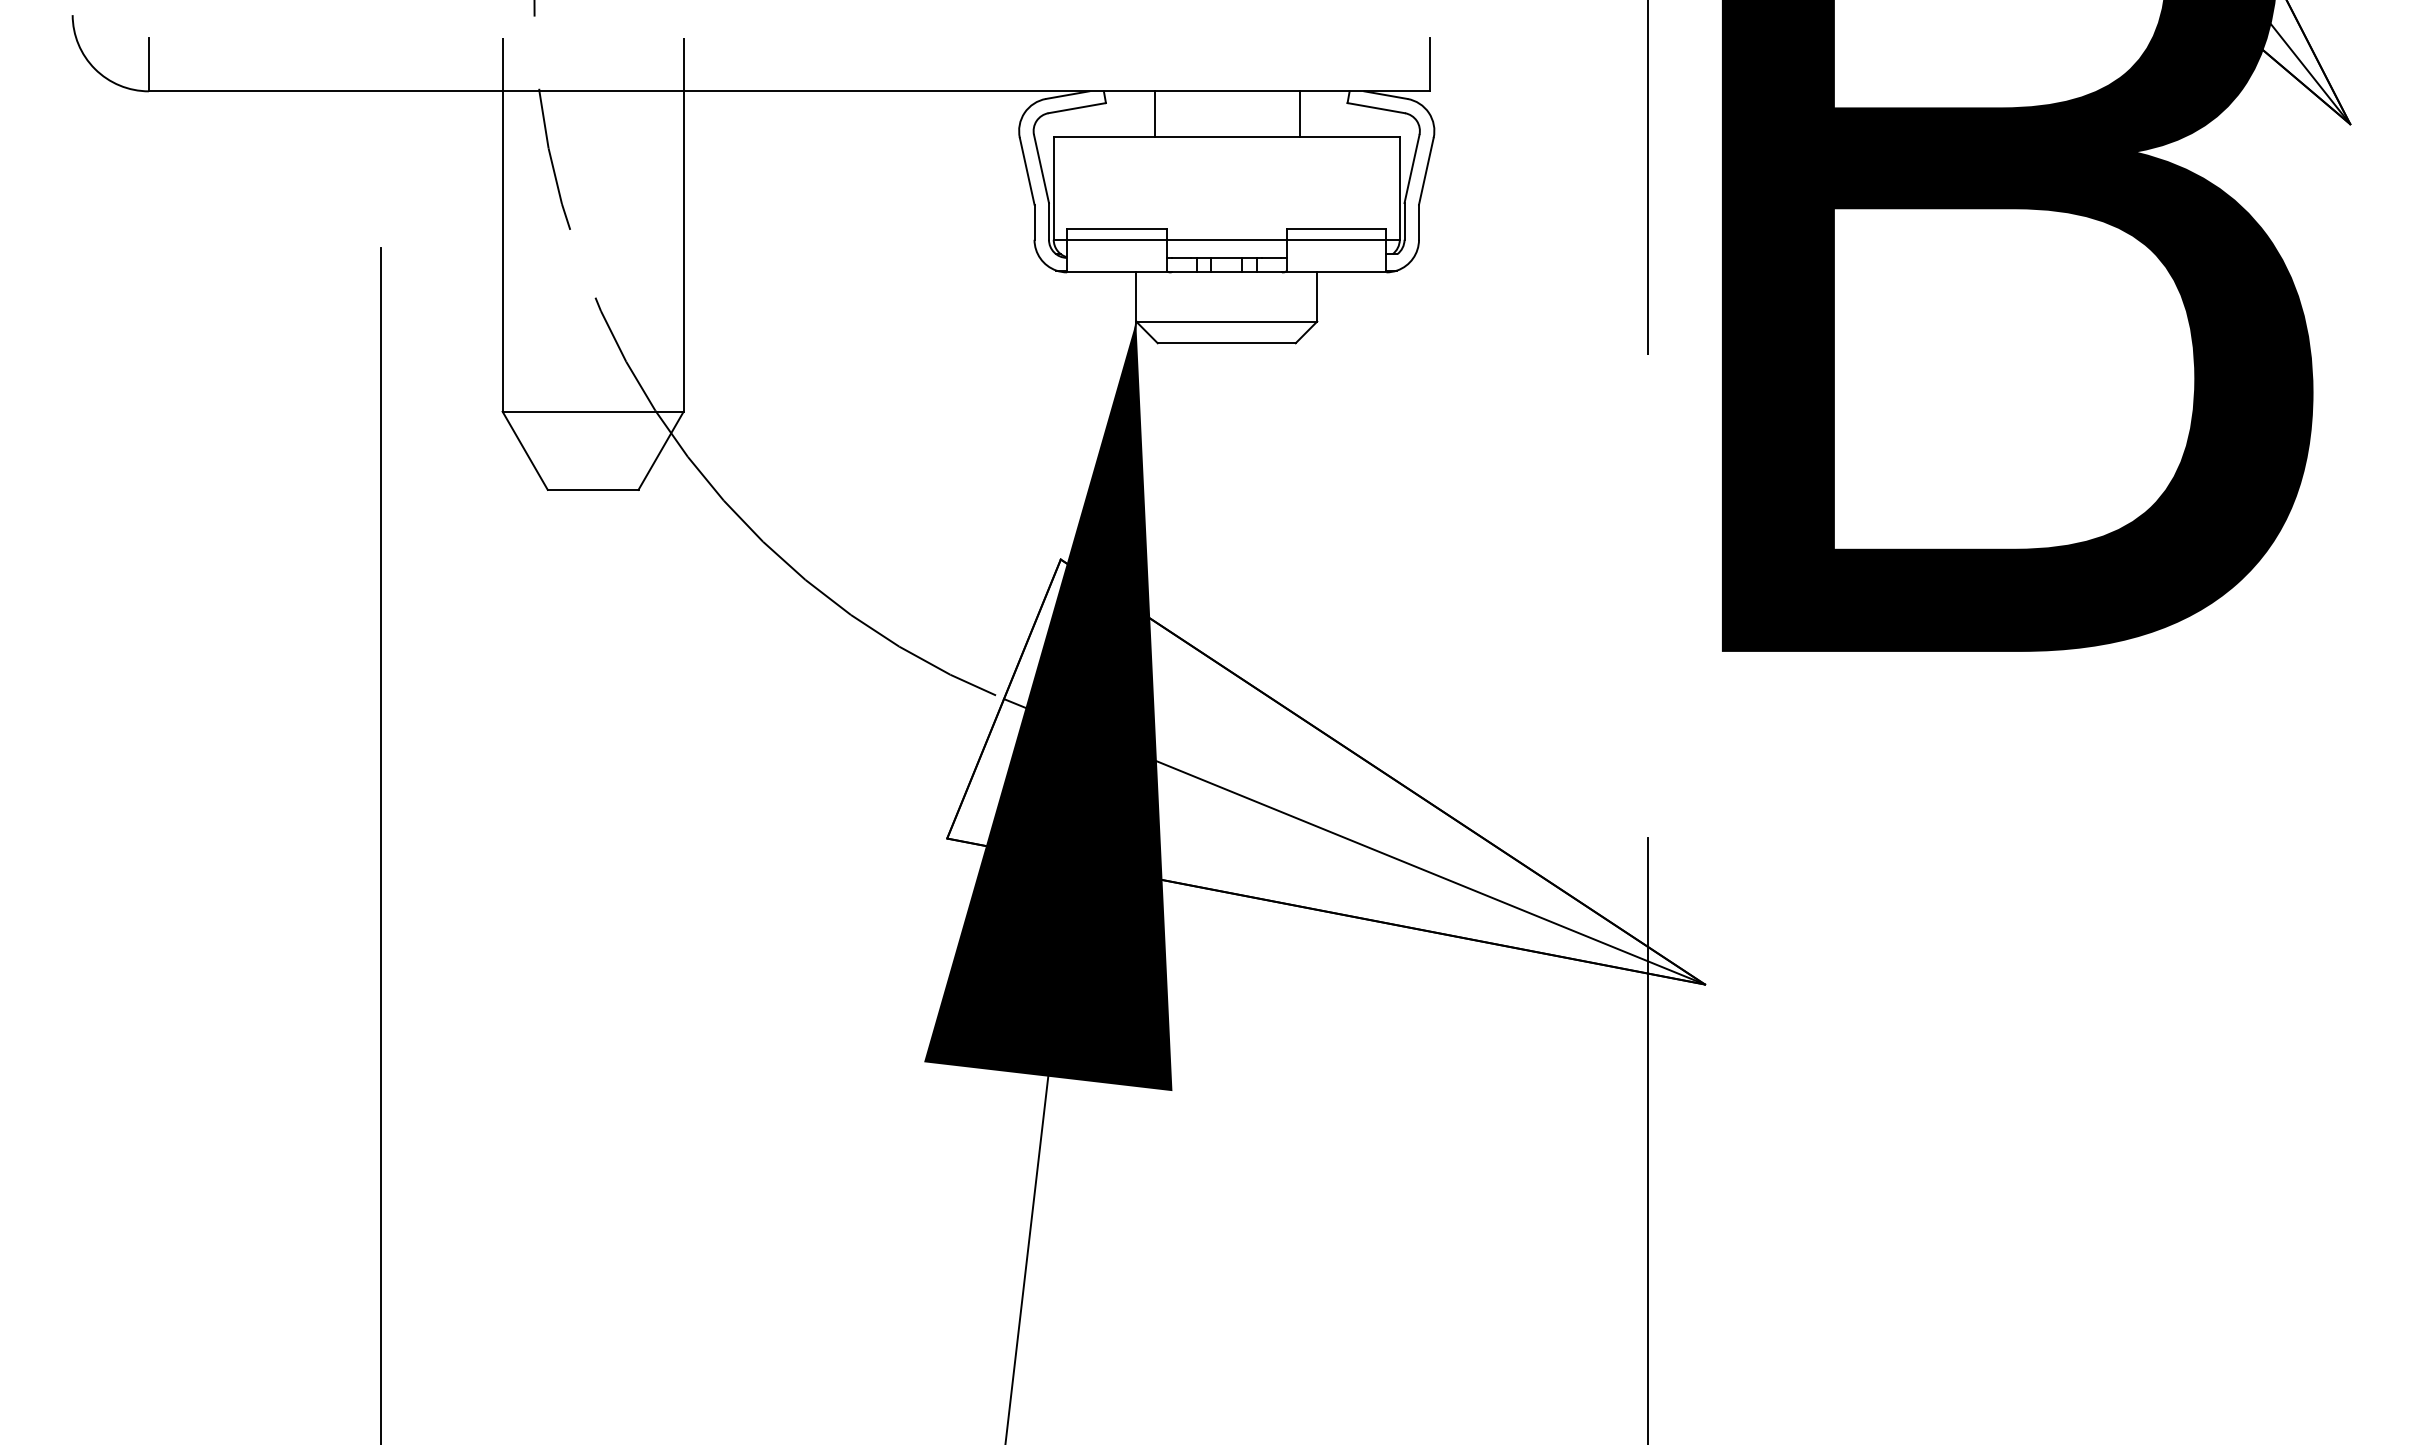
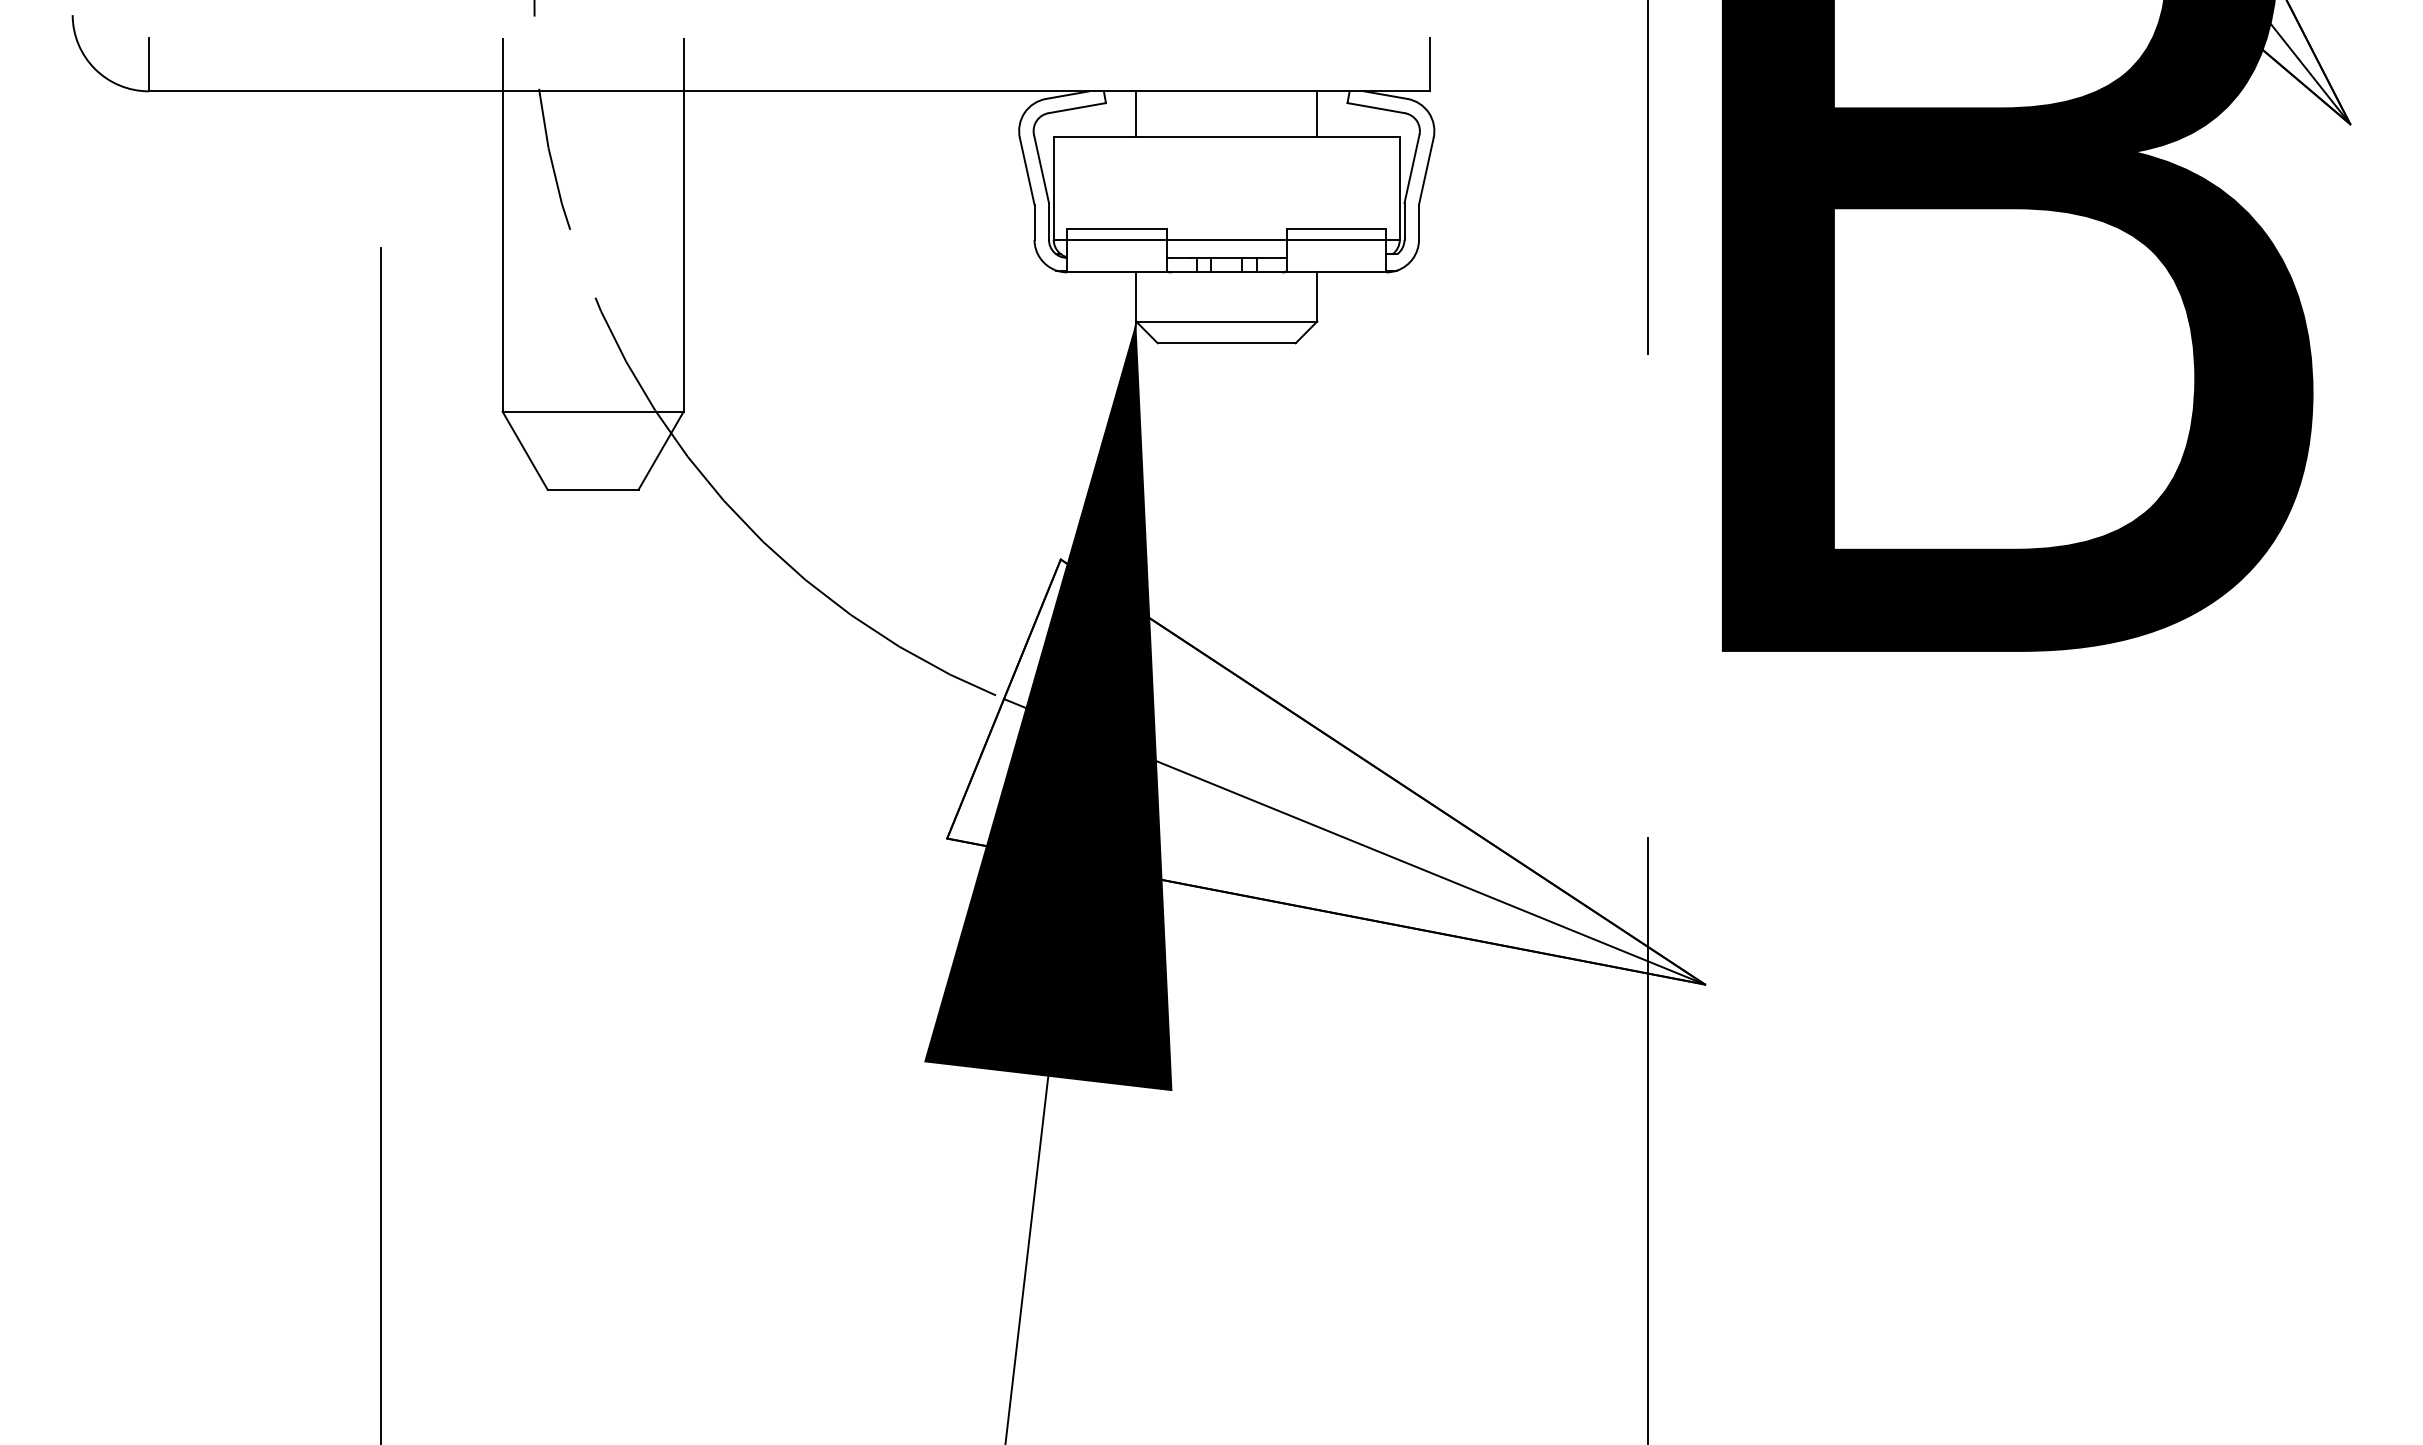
line at (1155, 113) position: (1155, 113) -> (1136, 113)
line at (1300, 113) position: (1300, 113) -> (1317, 113)
